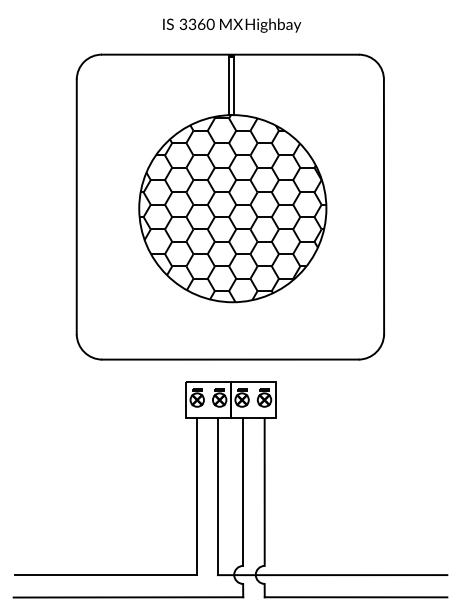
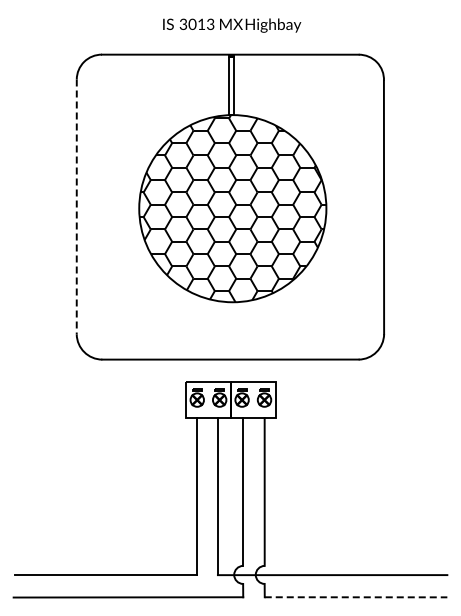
text at (201, 23): 3360 -> 3013
line at (76, 207): solid -> dashed
line at (356, 597): solid -> dashed
